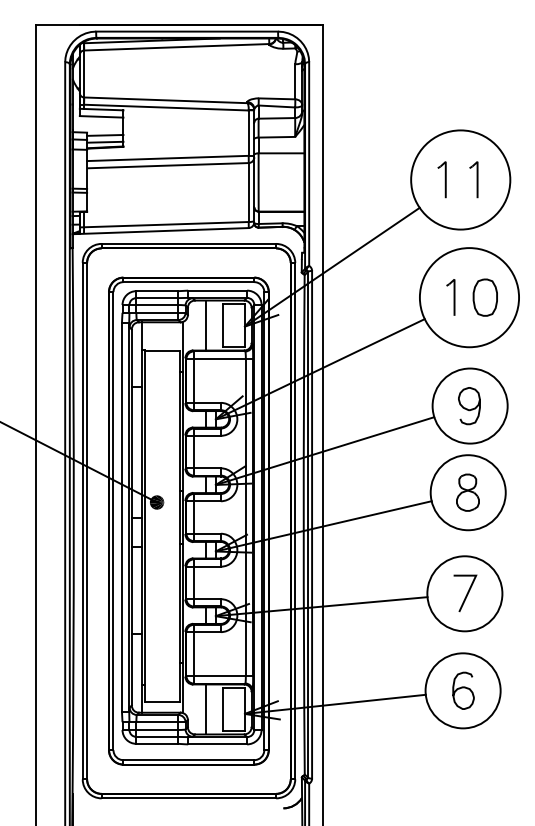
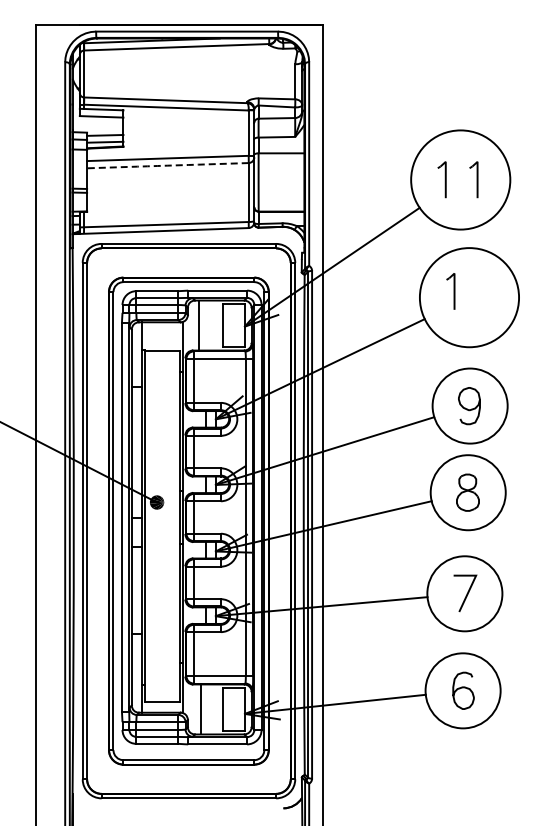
arc at (167, 165): solid -> dashed
part at (450, 297) position: (450, 297) -> (450, 291)
part at (484, 297): present -> none
line at (206, 325) position: (206, 325) -> (199, 325)
line at (206, 709) position: (206, 709) -> (201, 709)
